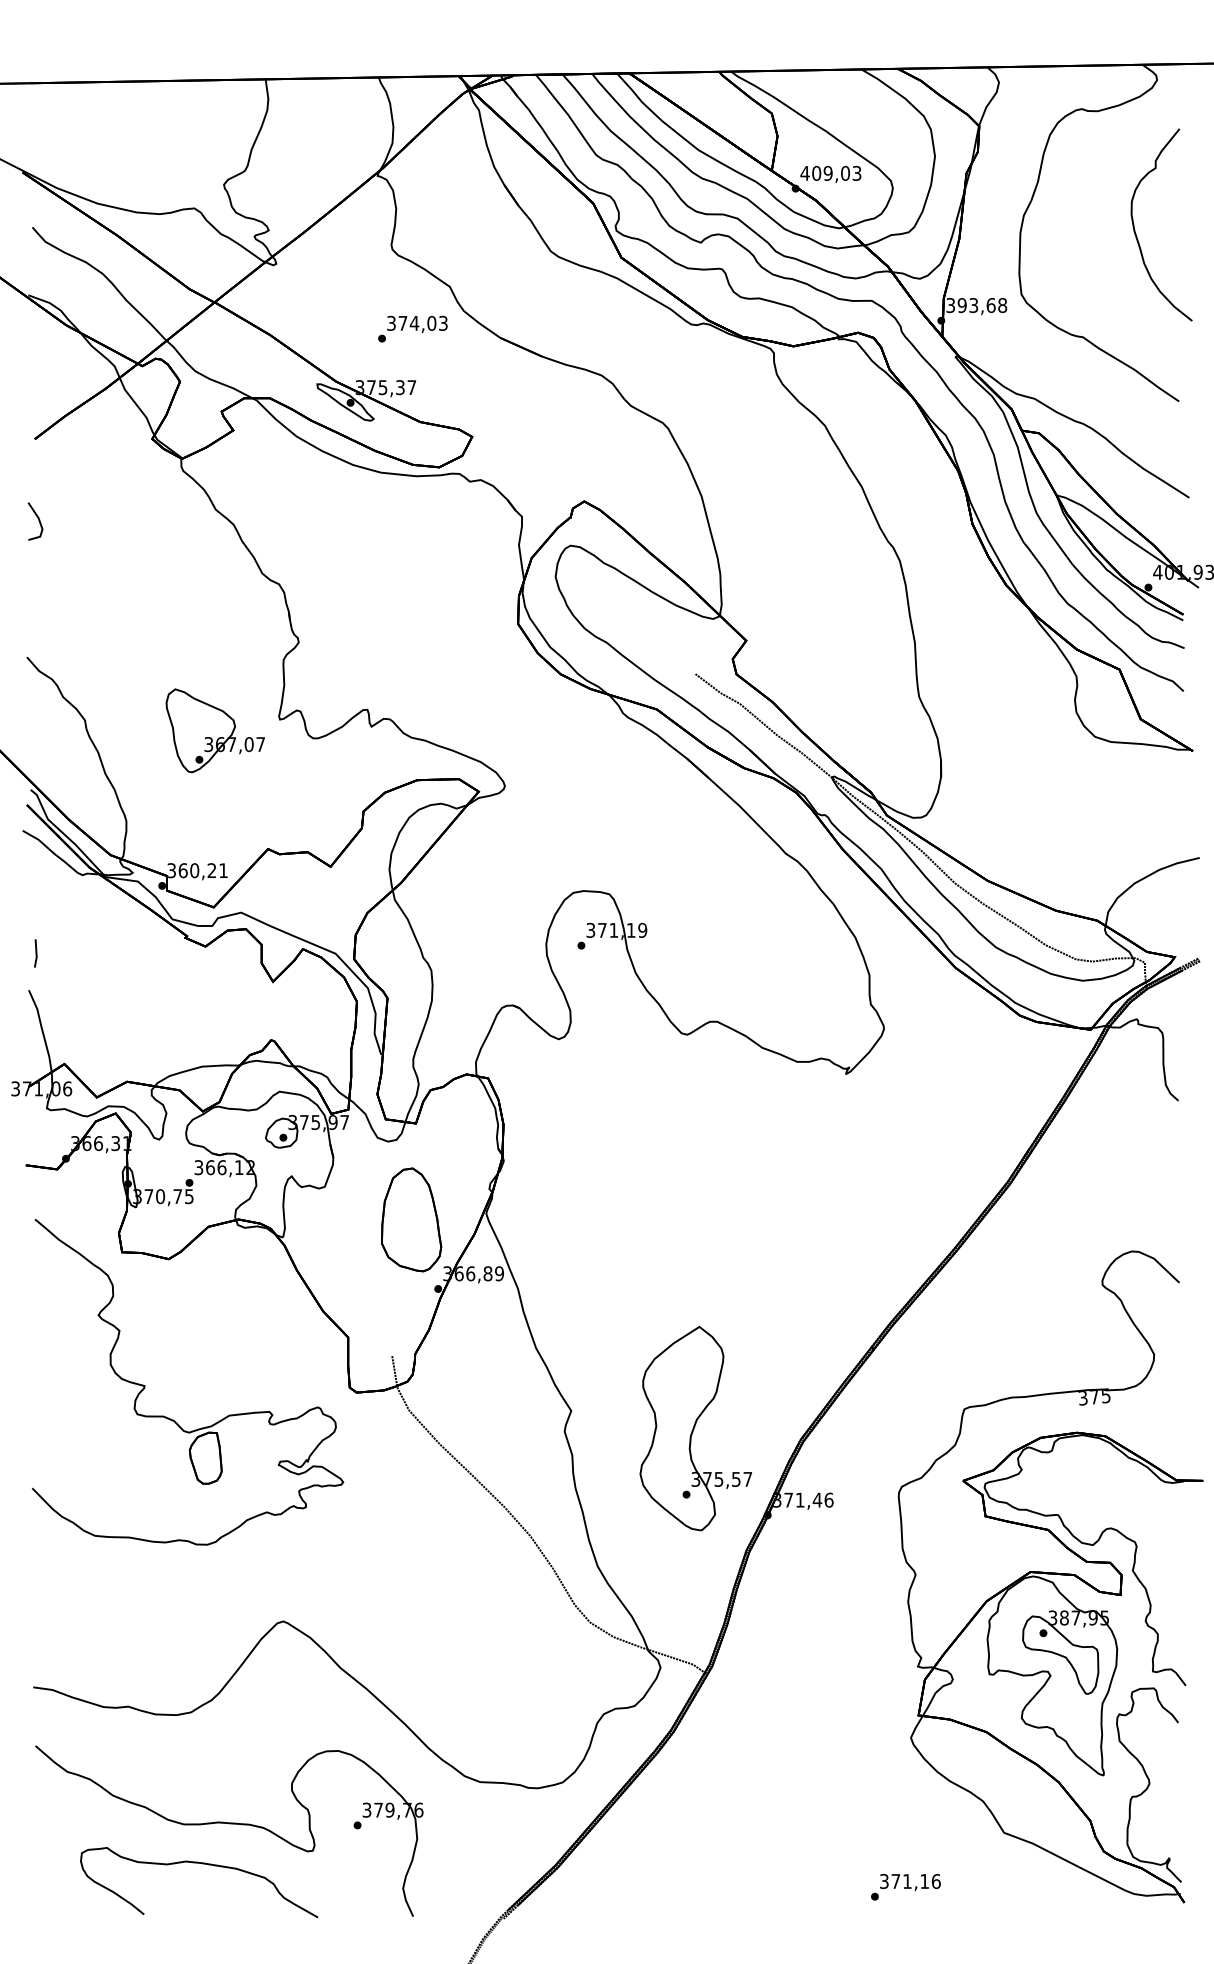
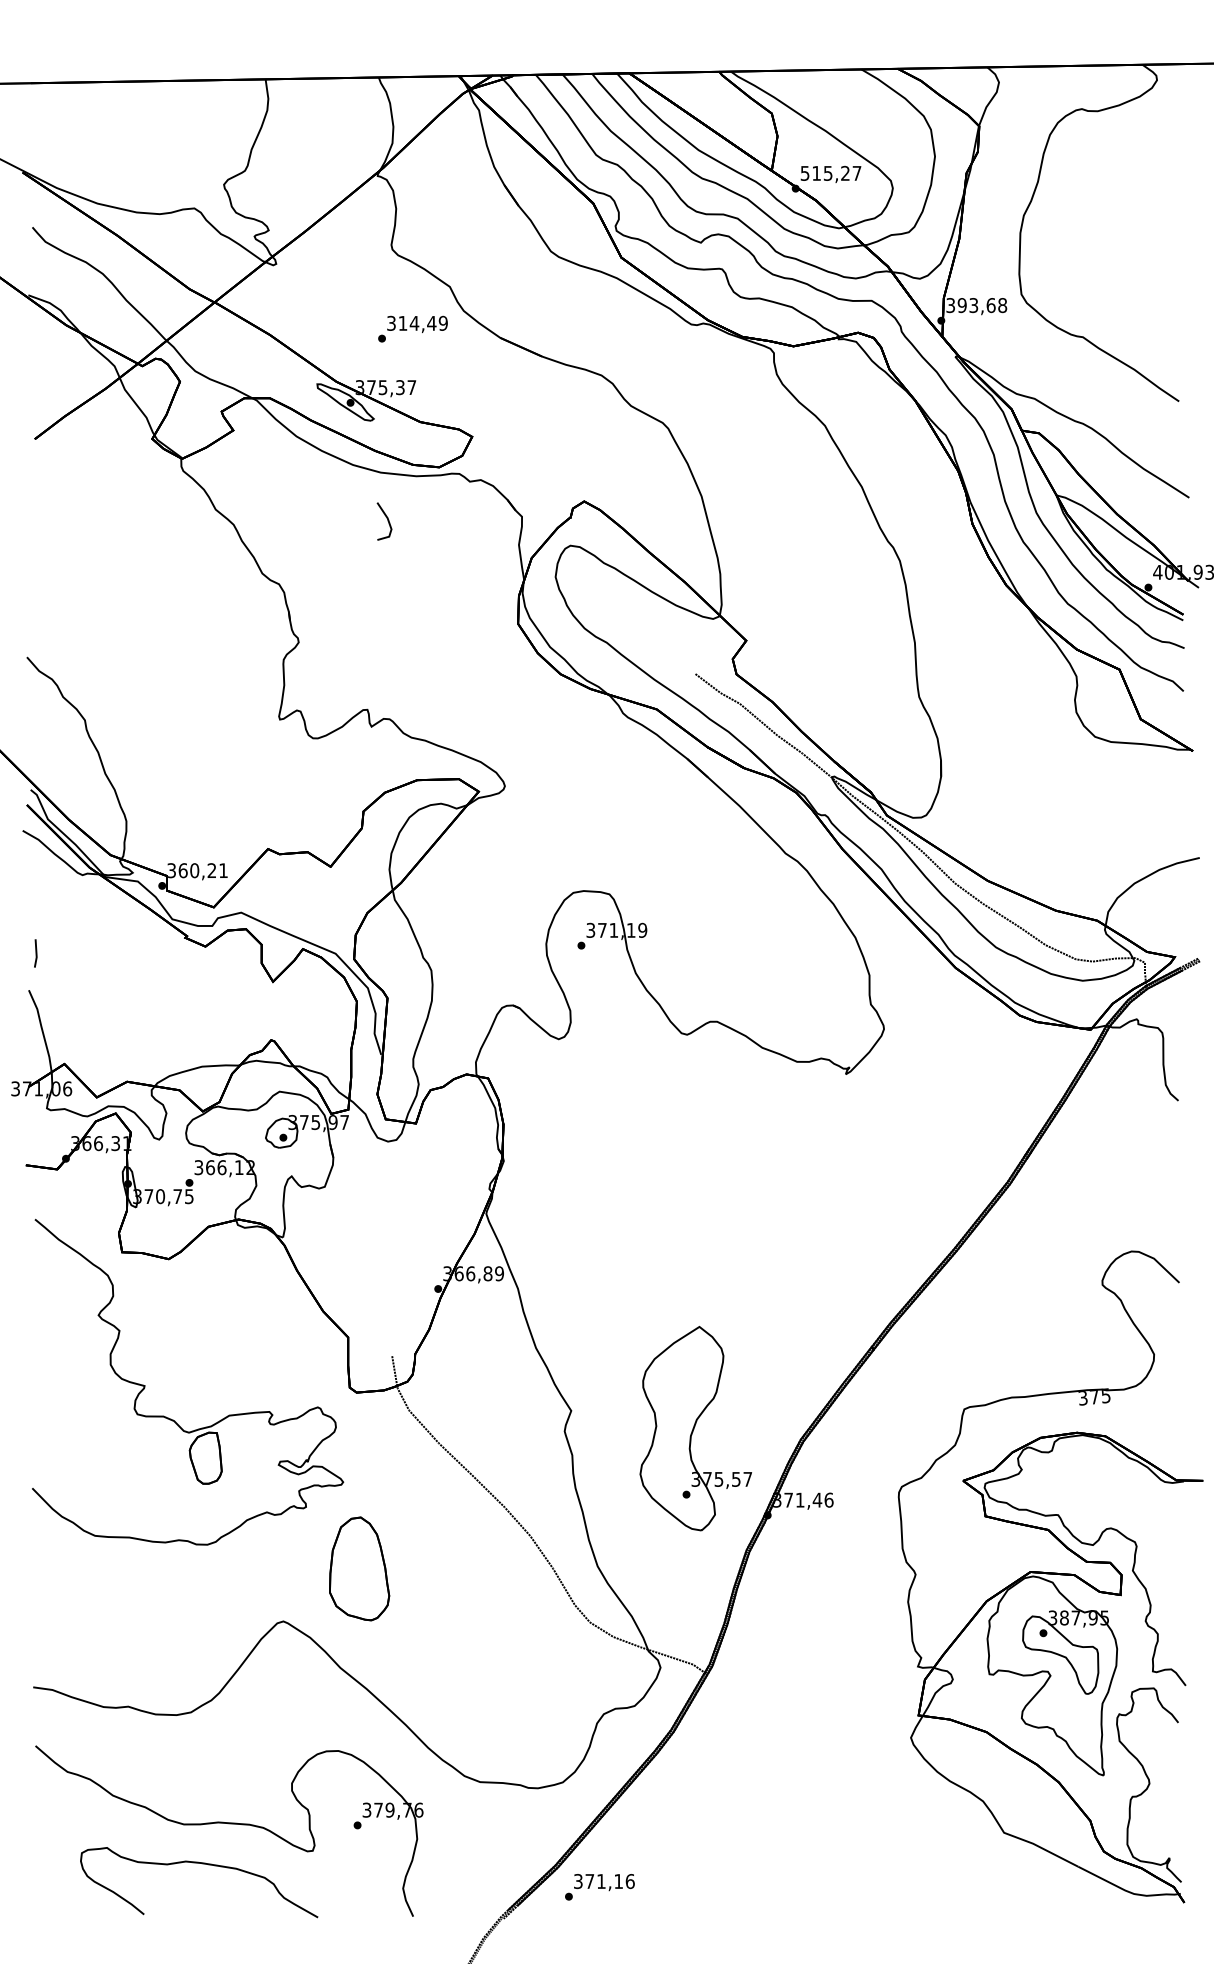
text at (830, 172): 409,03 -> 515,27
curve at (1135, 229): present -> none
text at (422, 322): 374,03 -> 314,49
part at (35, 521) position: (35, 521) -> (384, 521)
part at (214, 730): present -> none
part at (411, 1219) position: (411, 1219) -> (359, 1568)
text at (905, 1887) position: (905, 1887) -> (599, 1887)
